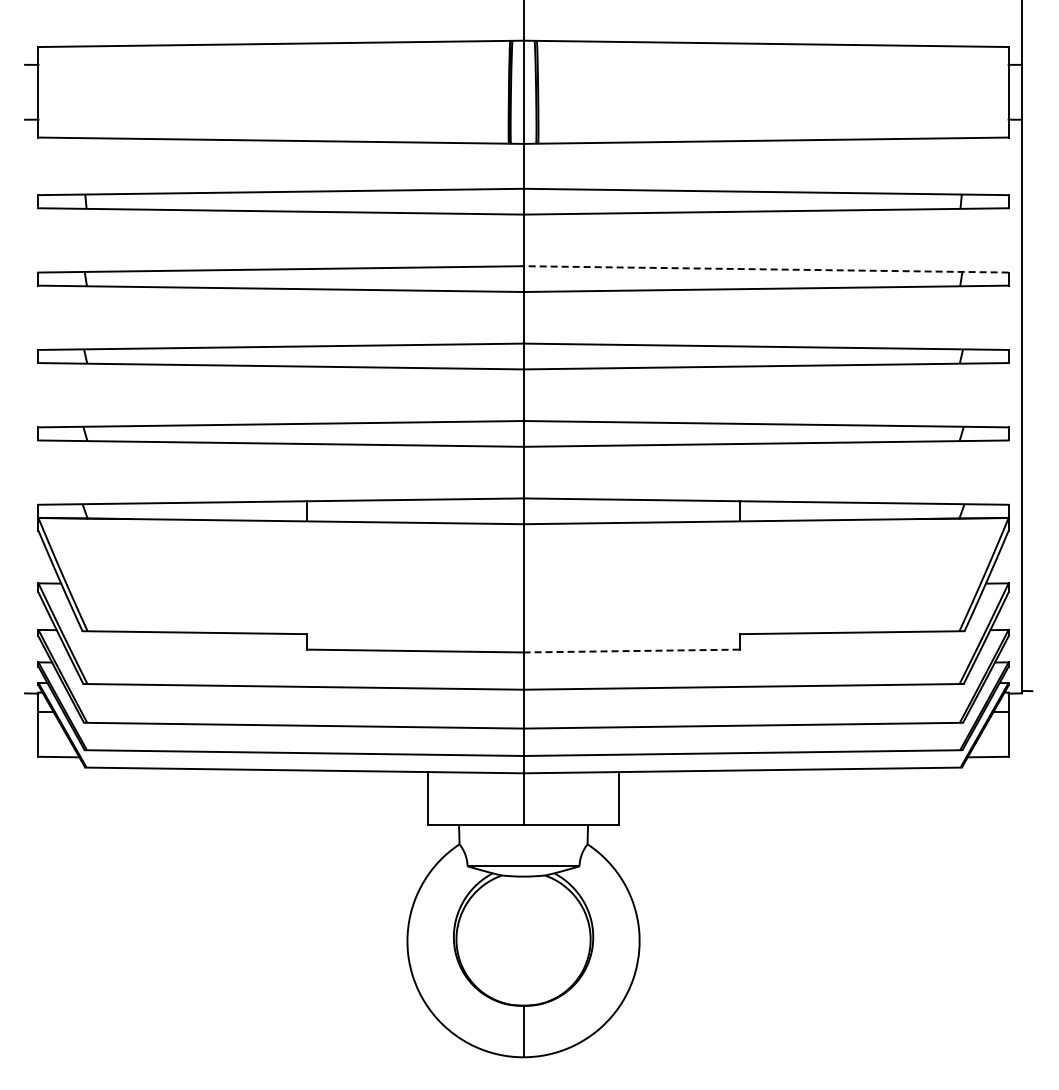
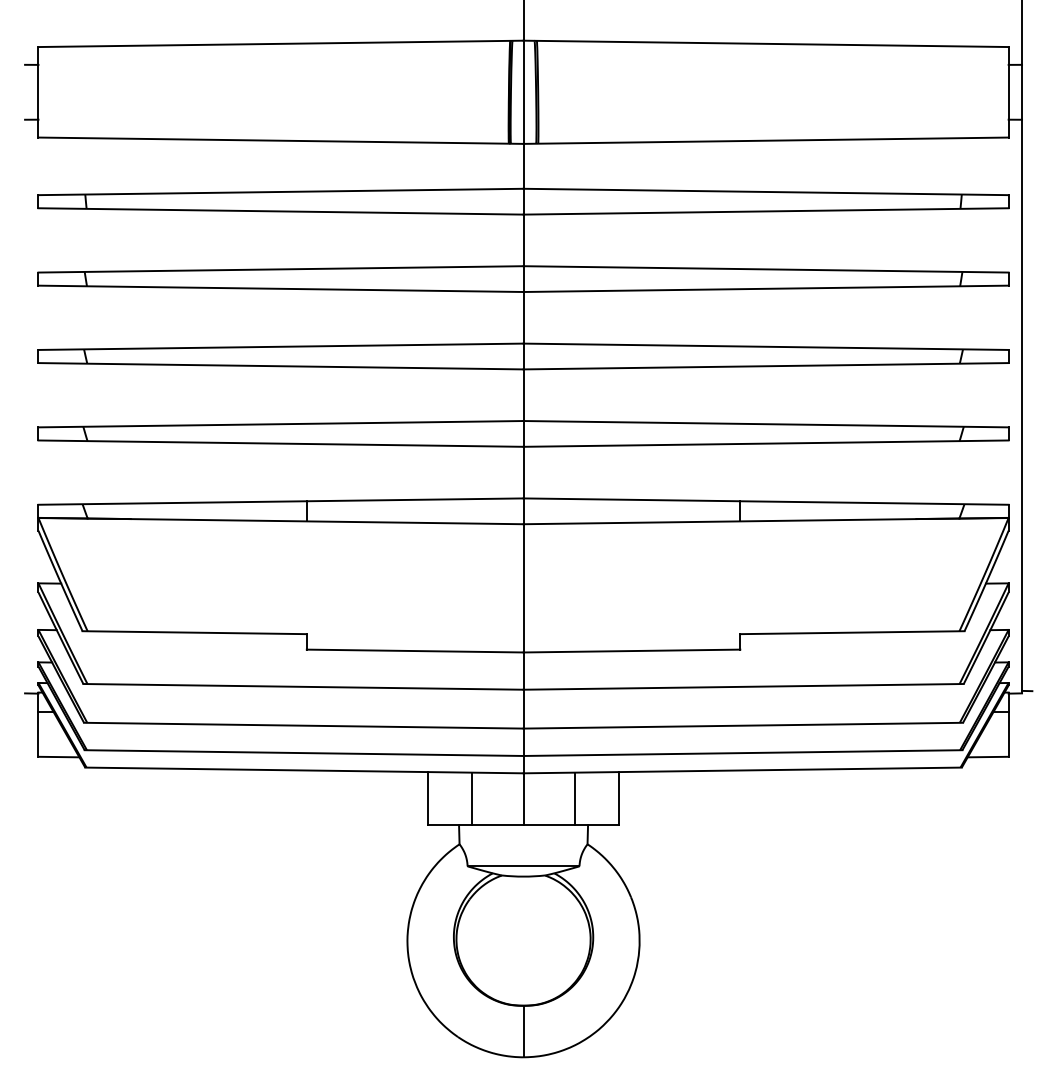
line at (766, 269): dashed -> solid
line at (632, 651): dashed -> solid
line at (471, 798): none -> present
line at (575, 798): none -> present
